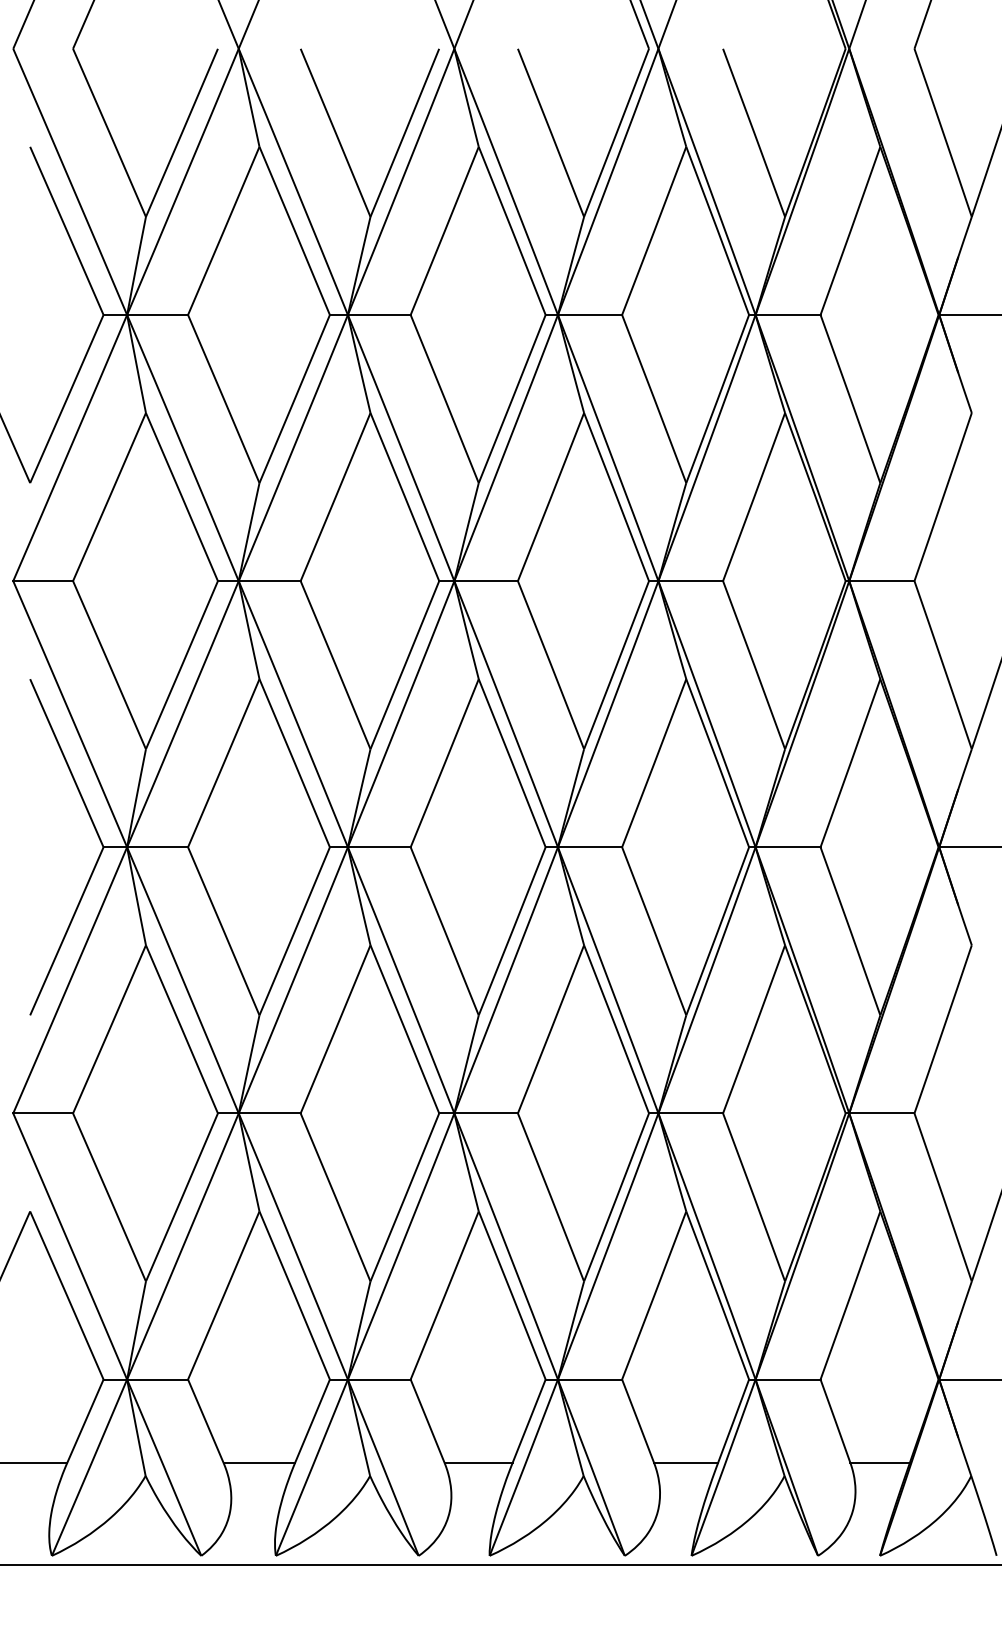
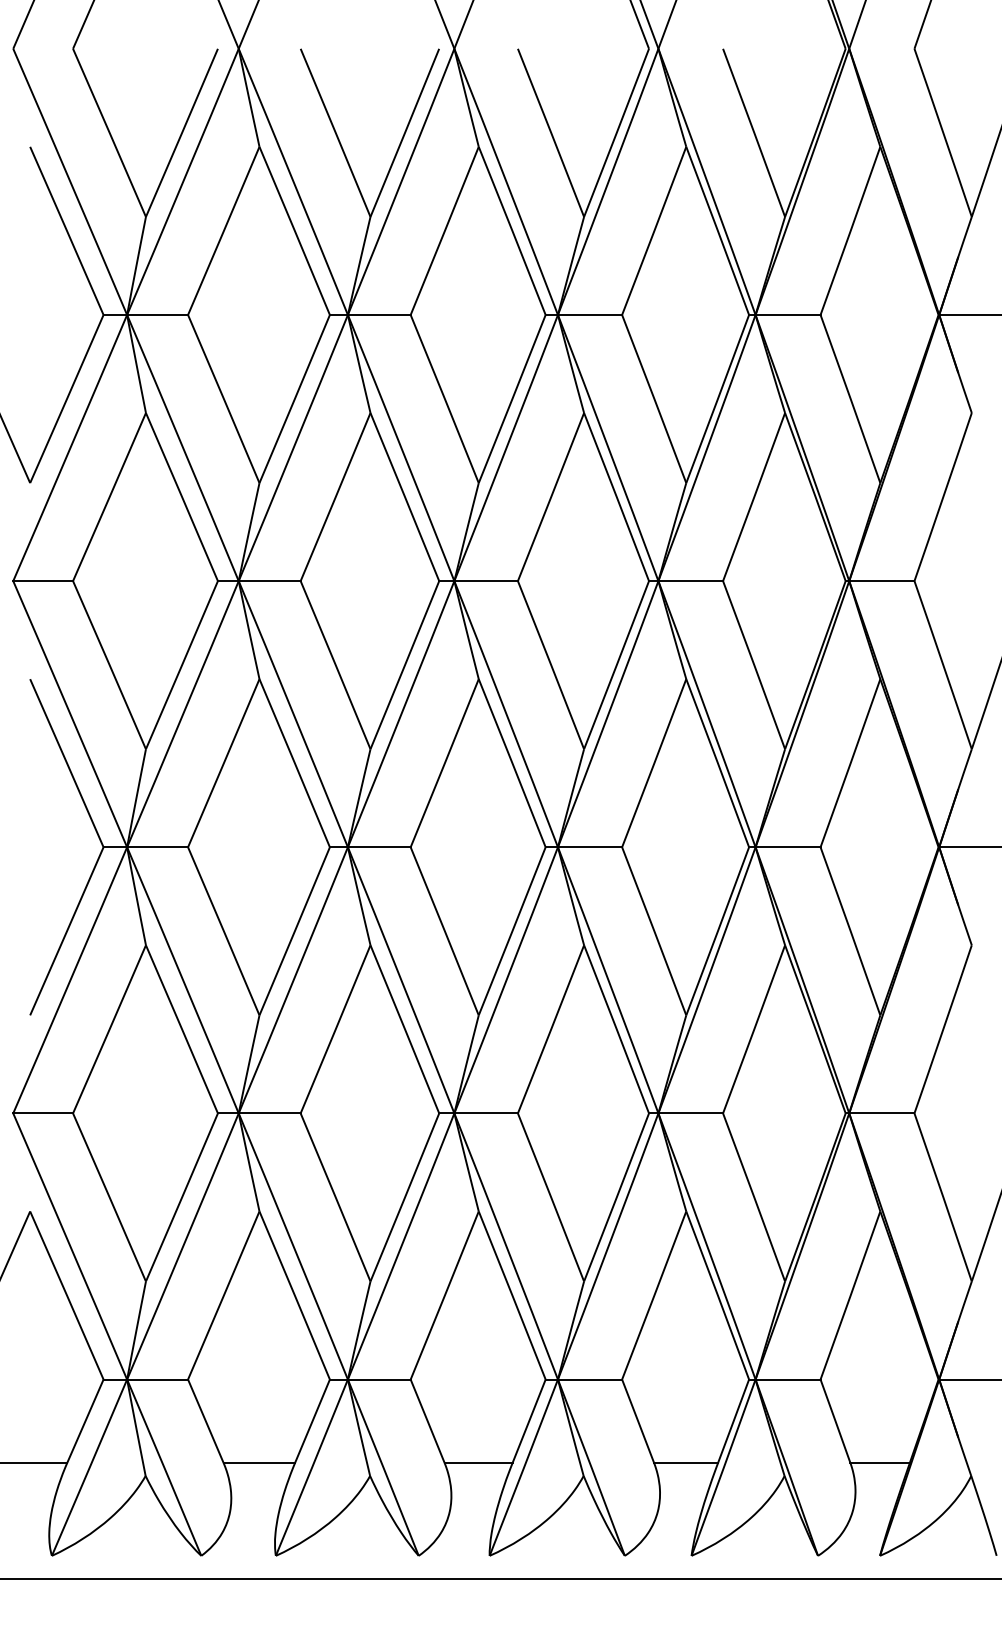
line at (500, 1565) position: (500, 1565) -> (500, 1579)
